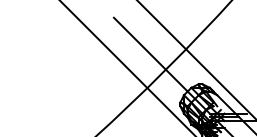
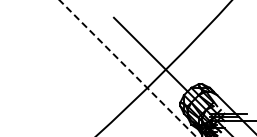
line at (196, 59): present -> none
line at (127, 68): solid -> dashed
